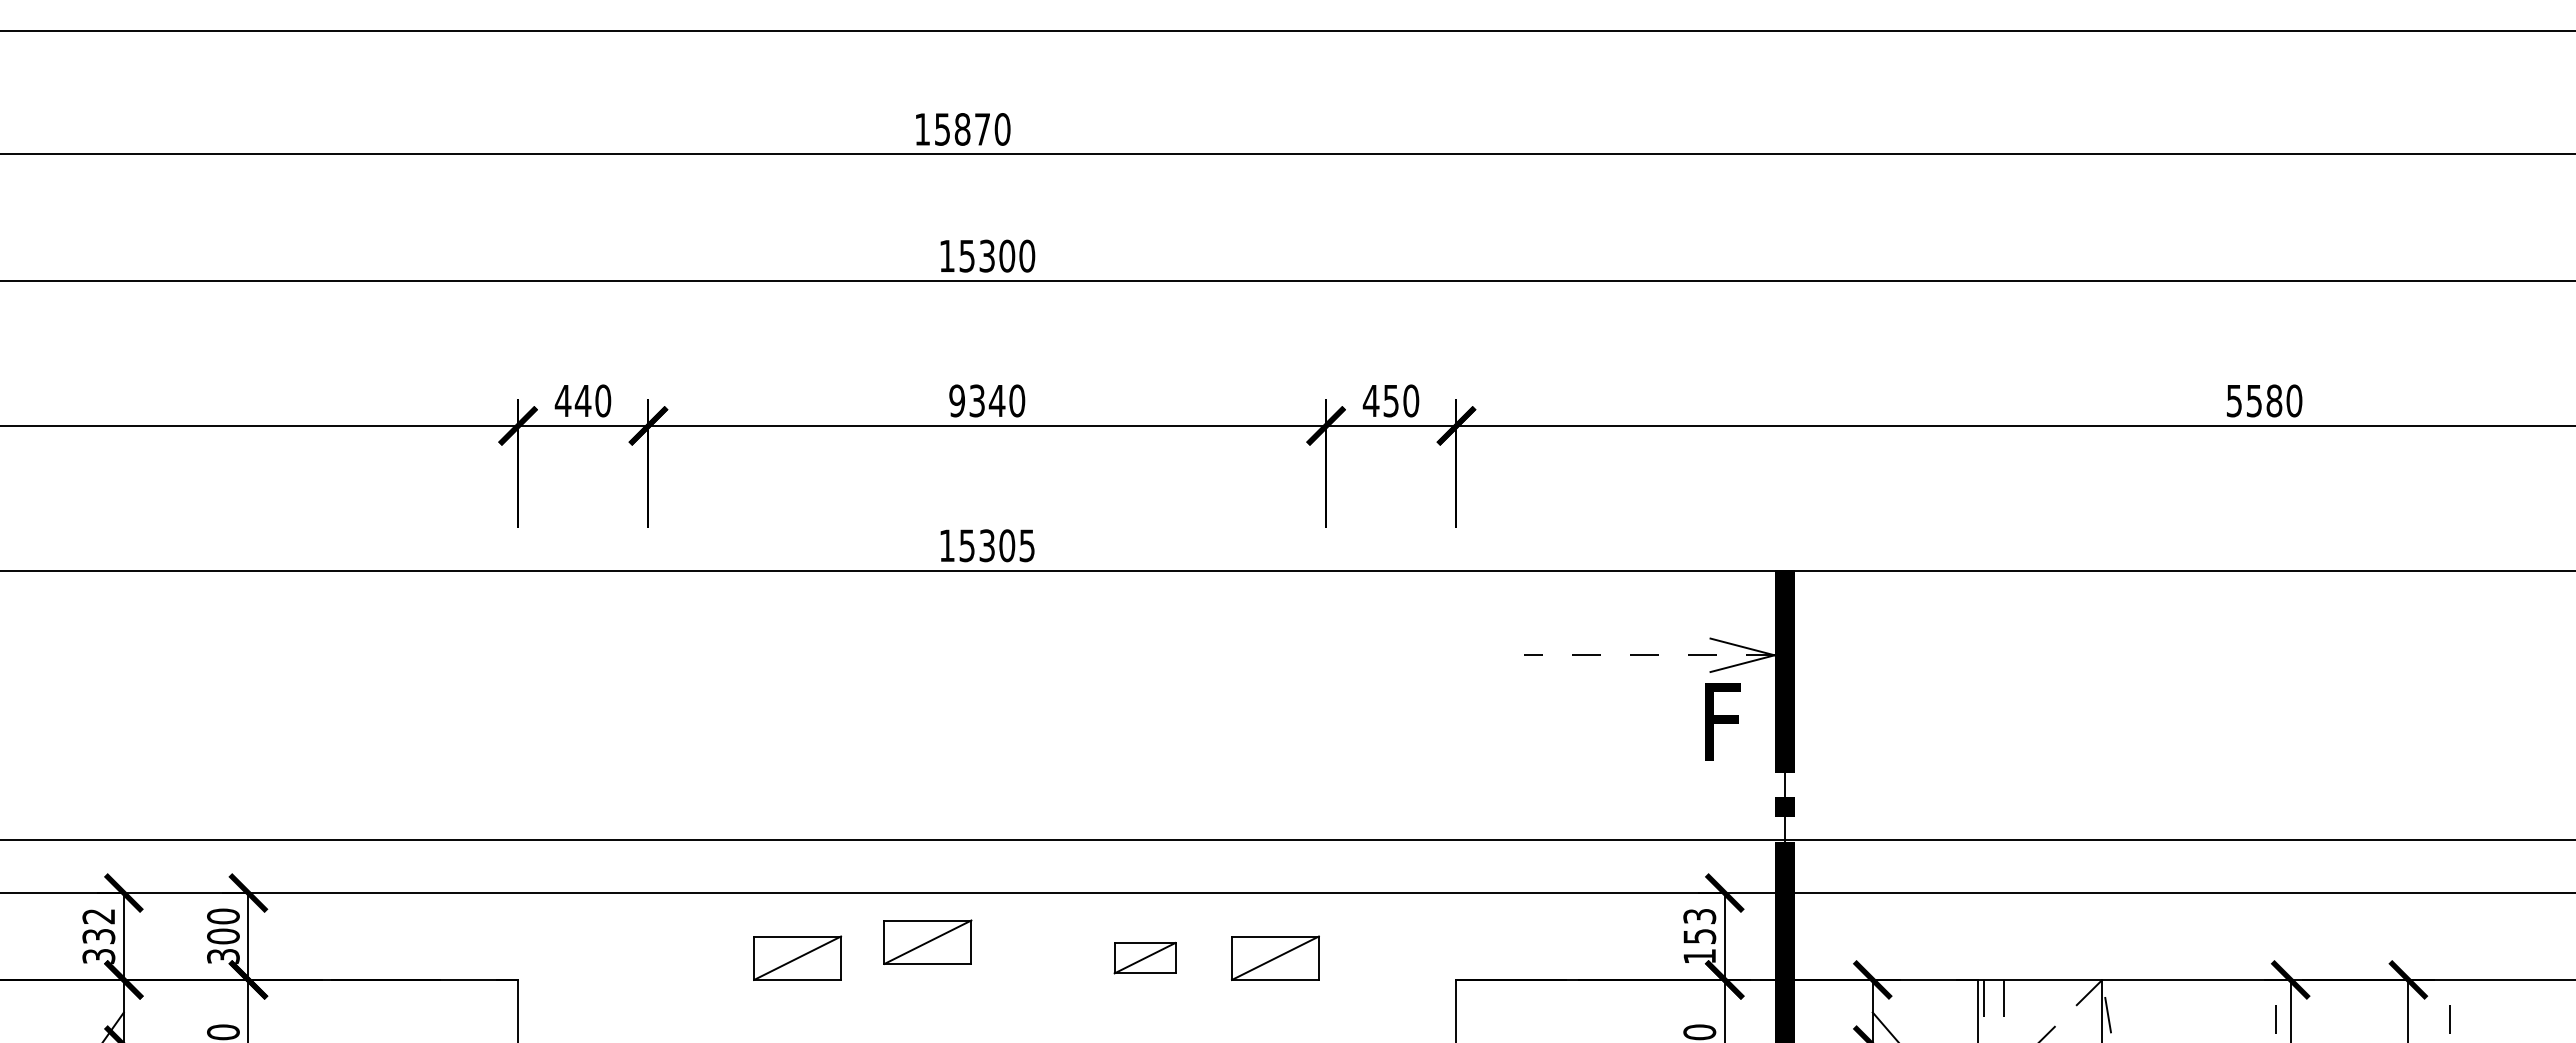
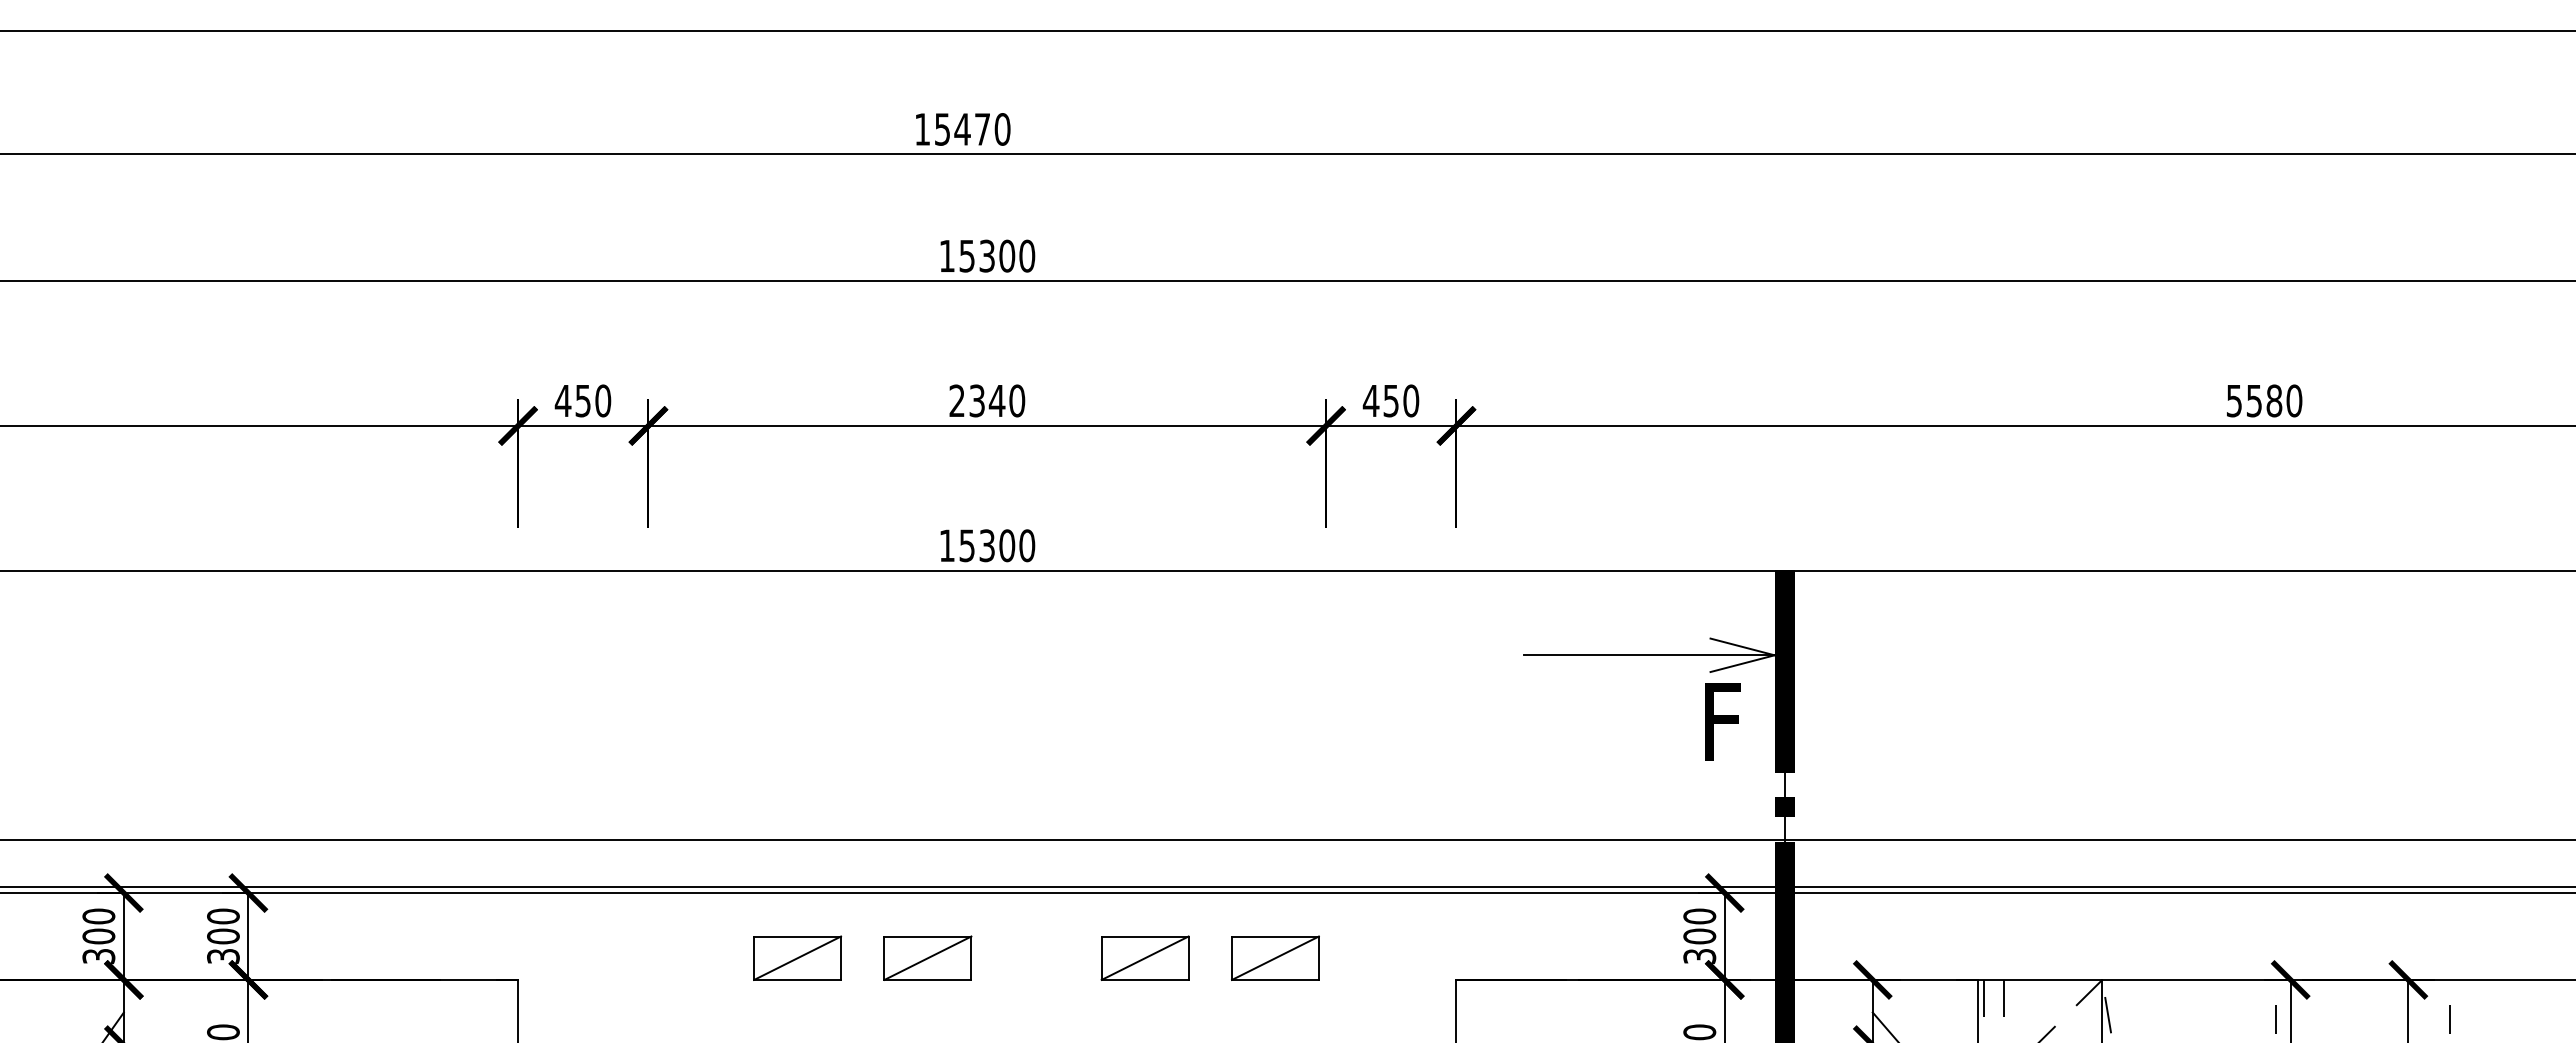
text at (962, 129): 15870 -> 15470
text at (956, 400): 9340 -> 2340
text at (582, 401): 440 -> 450
text at (1027, 545): 15305 -> 15300
line at (1649, 655): dashed -> solid
line at (1287, 887): none -> present
text at (98, 926): 332 -> 300
text at (1699, 936): 153 -> 300
part at (927, 941) position: (927, 941) -> (927, 957)
part at (1144, 957) size: 64x34 px -> 90x46 px
